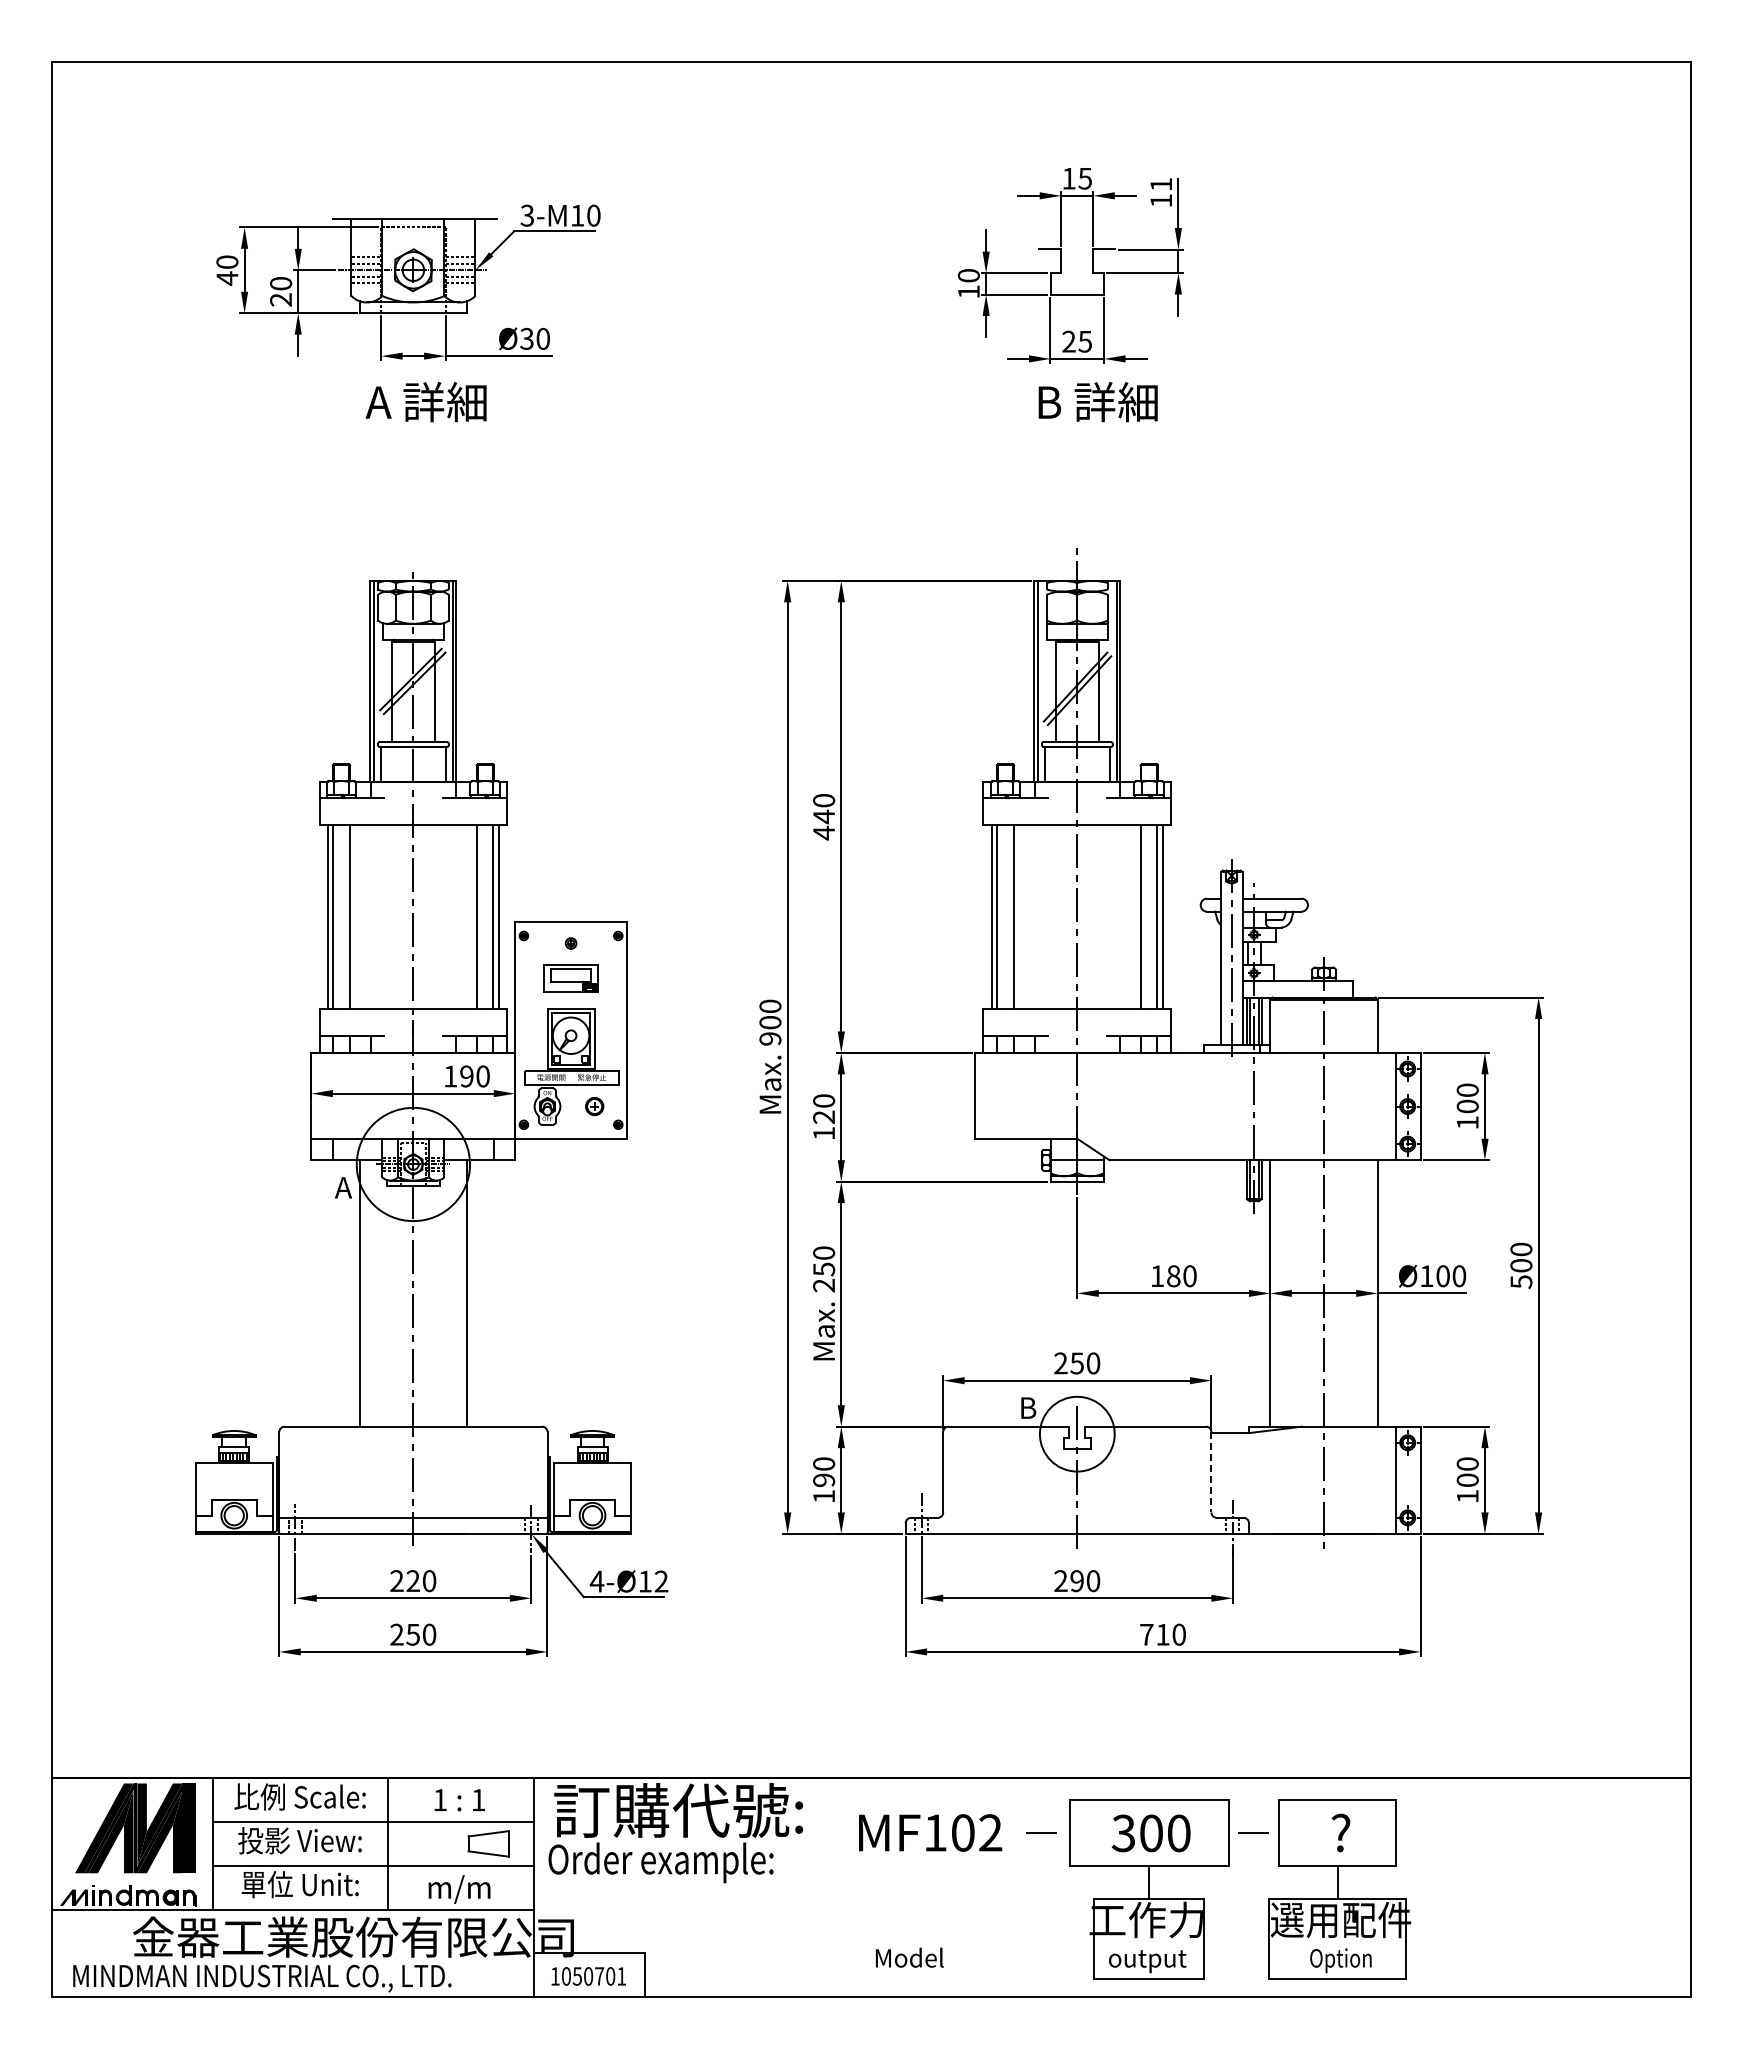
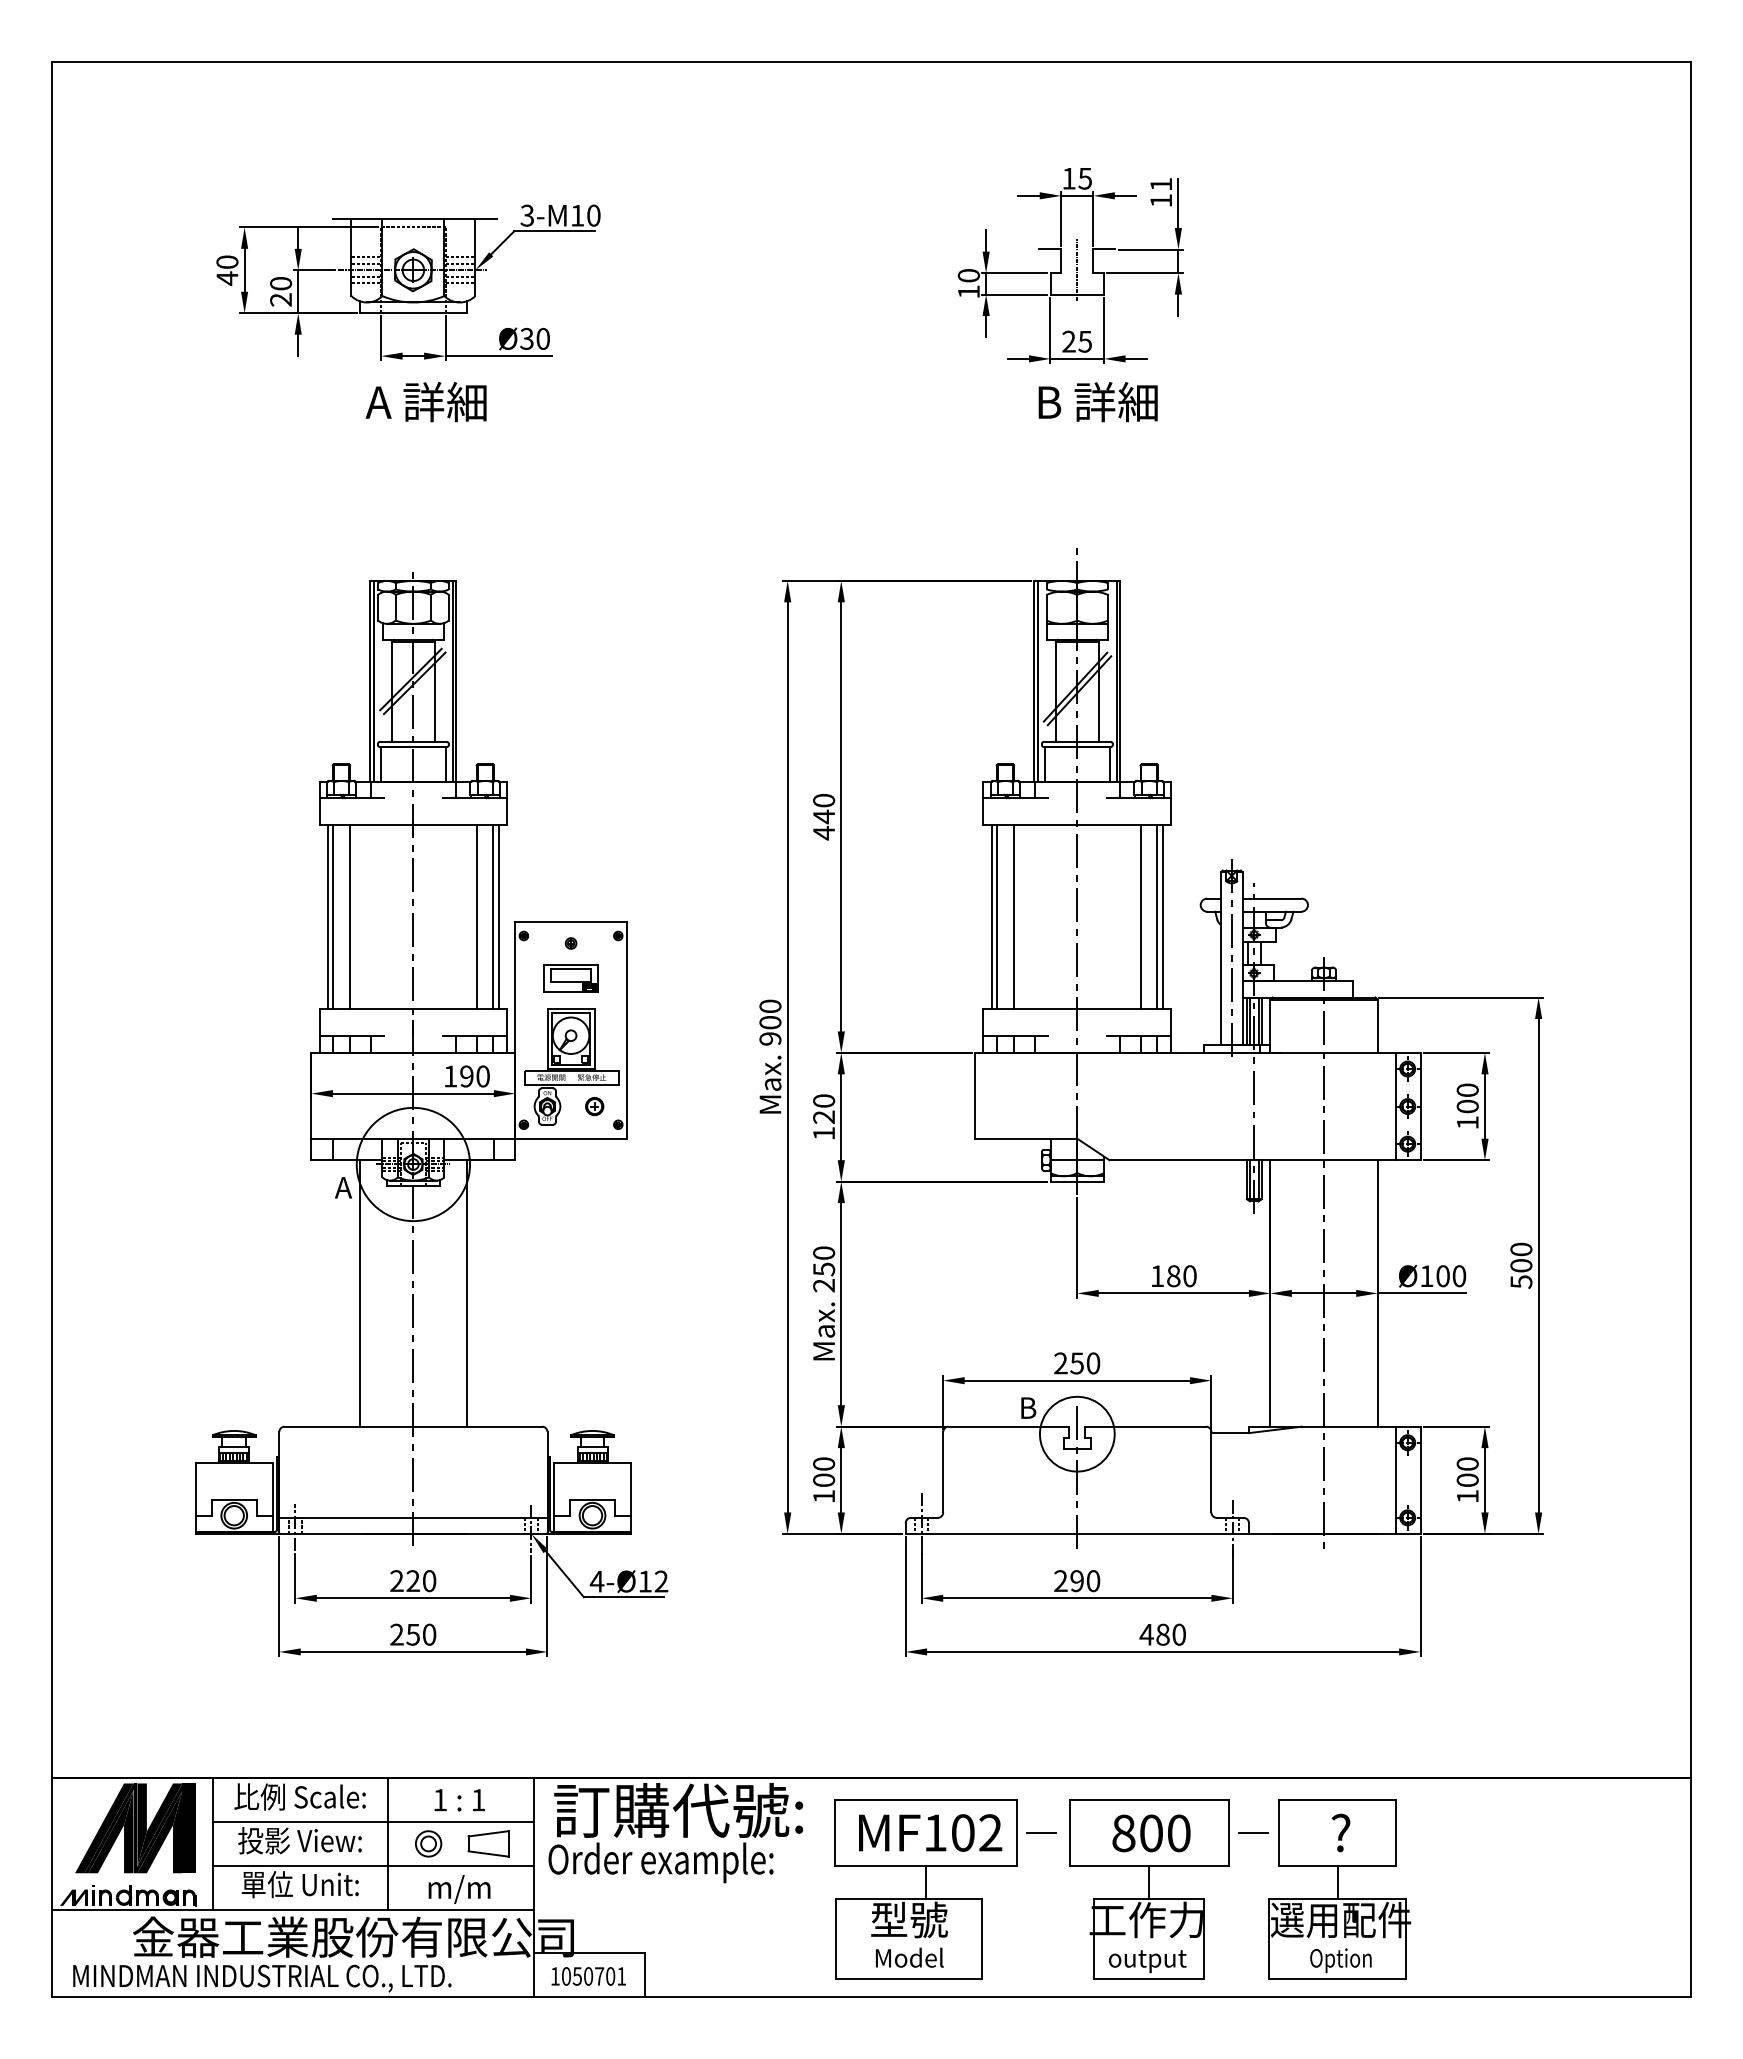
line at (1077, 269): none -> present
line at (1211, 1472): dashed -> solid
text at (824, 1480): 190 -> 100
text at (1154, 1634): 710 -> 480
text at (1123, 1833): 300 -> 800
part at (428, 1843): none -> present
part at (925, 1889): none -> present
